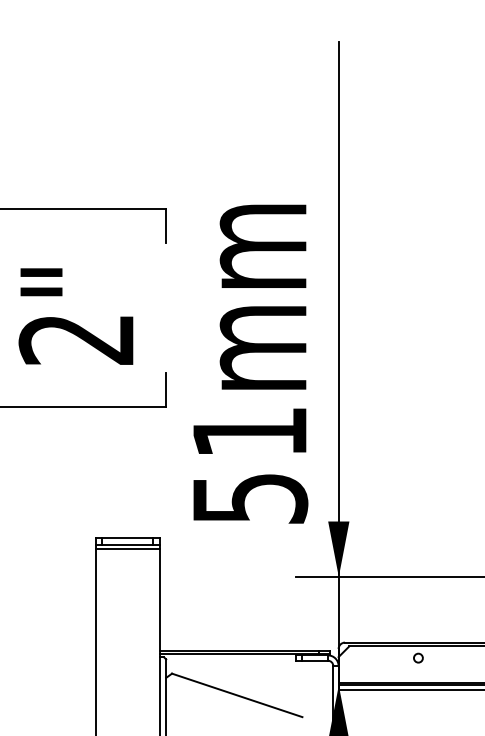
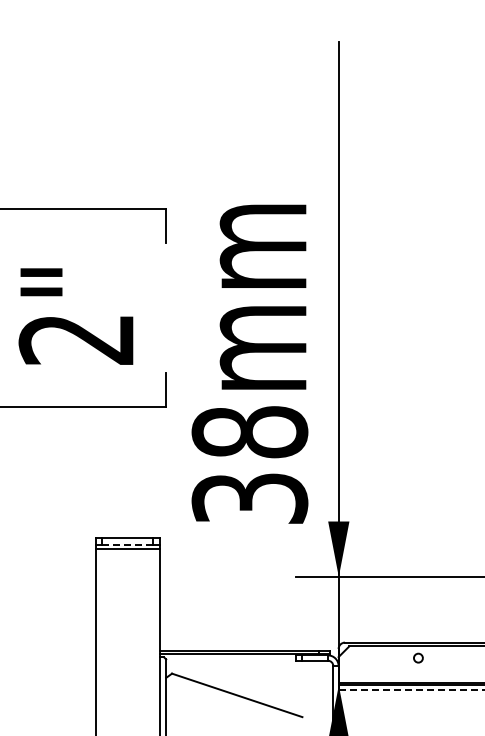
text at (249, 464): 51mm -> 38mm
line at (127, 544): solid -> dashed
line at (411, 690): solid -> dashed
